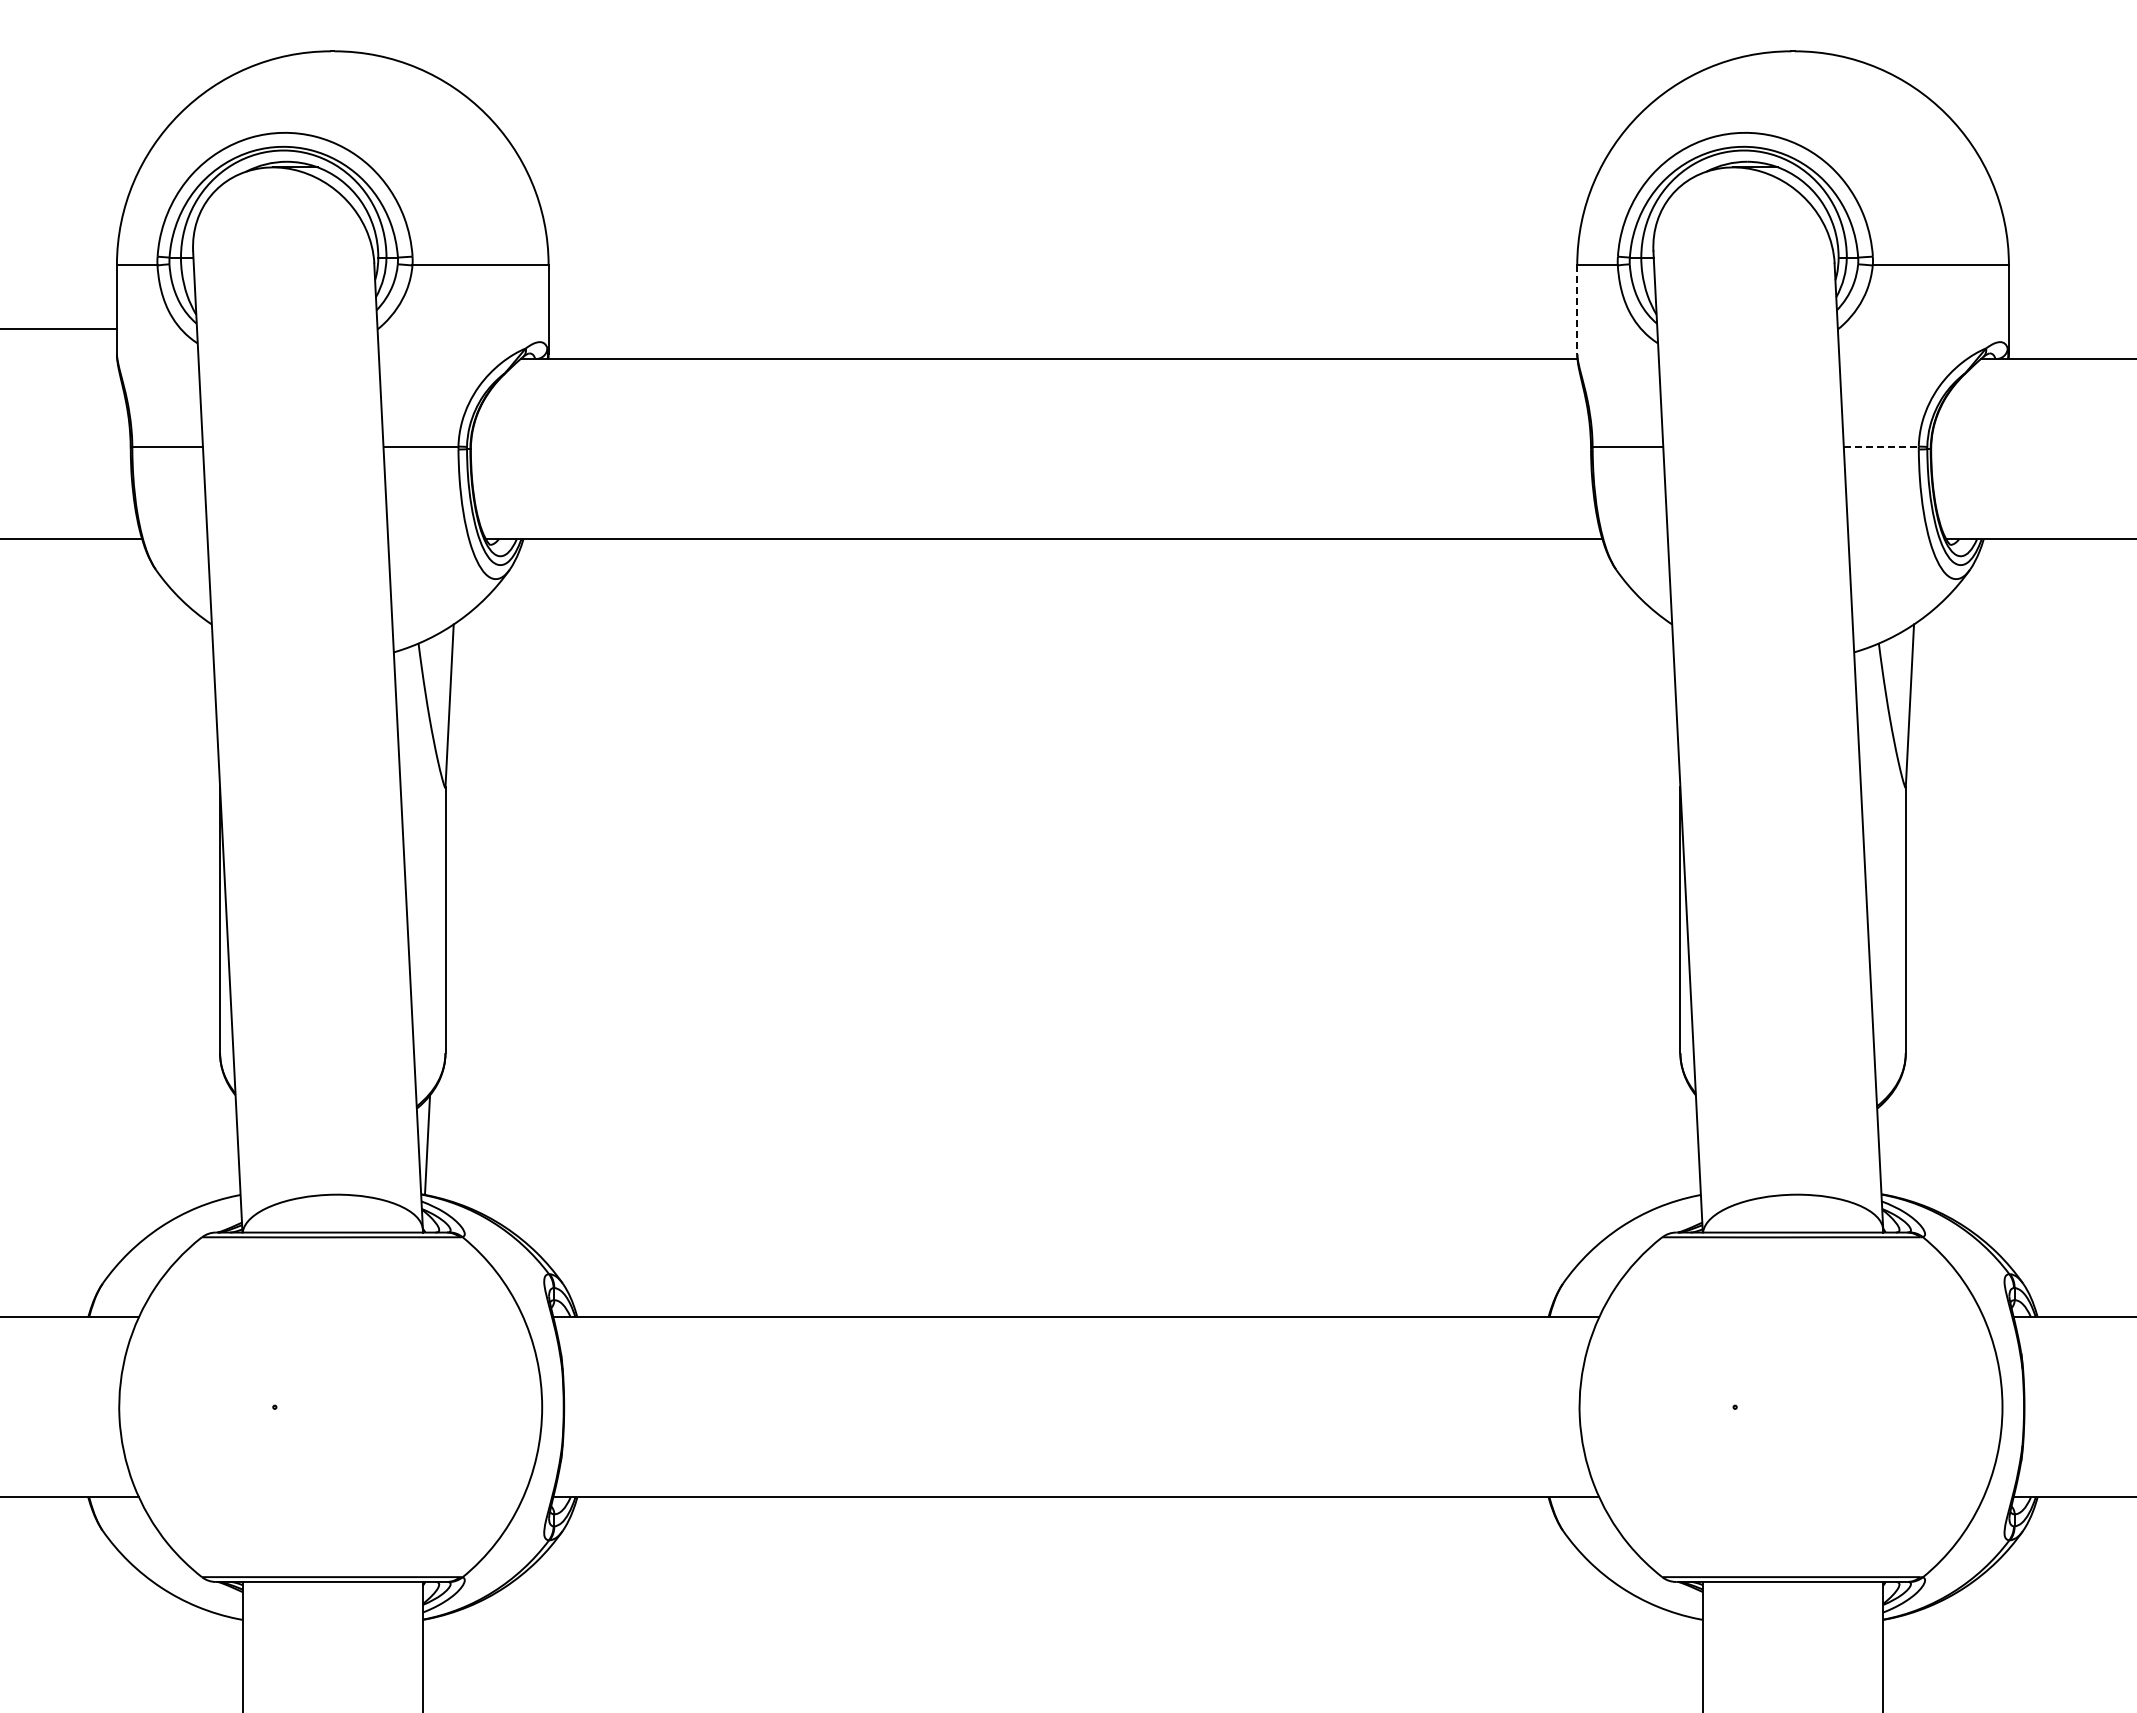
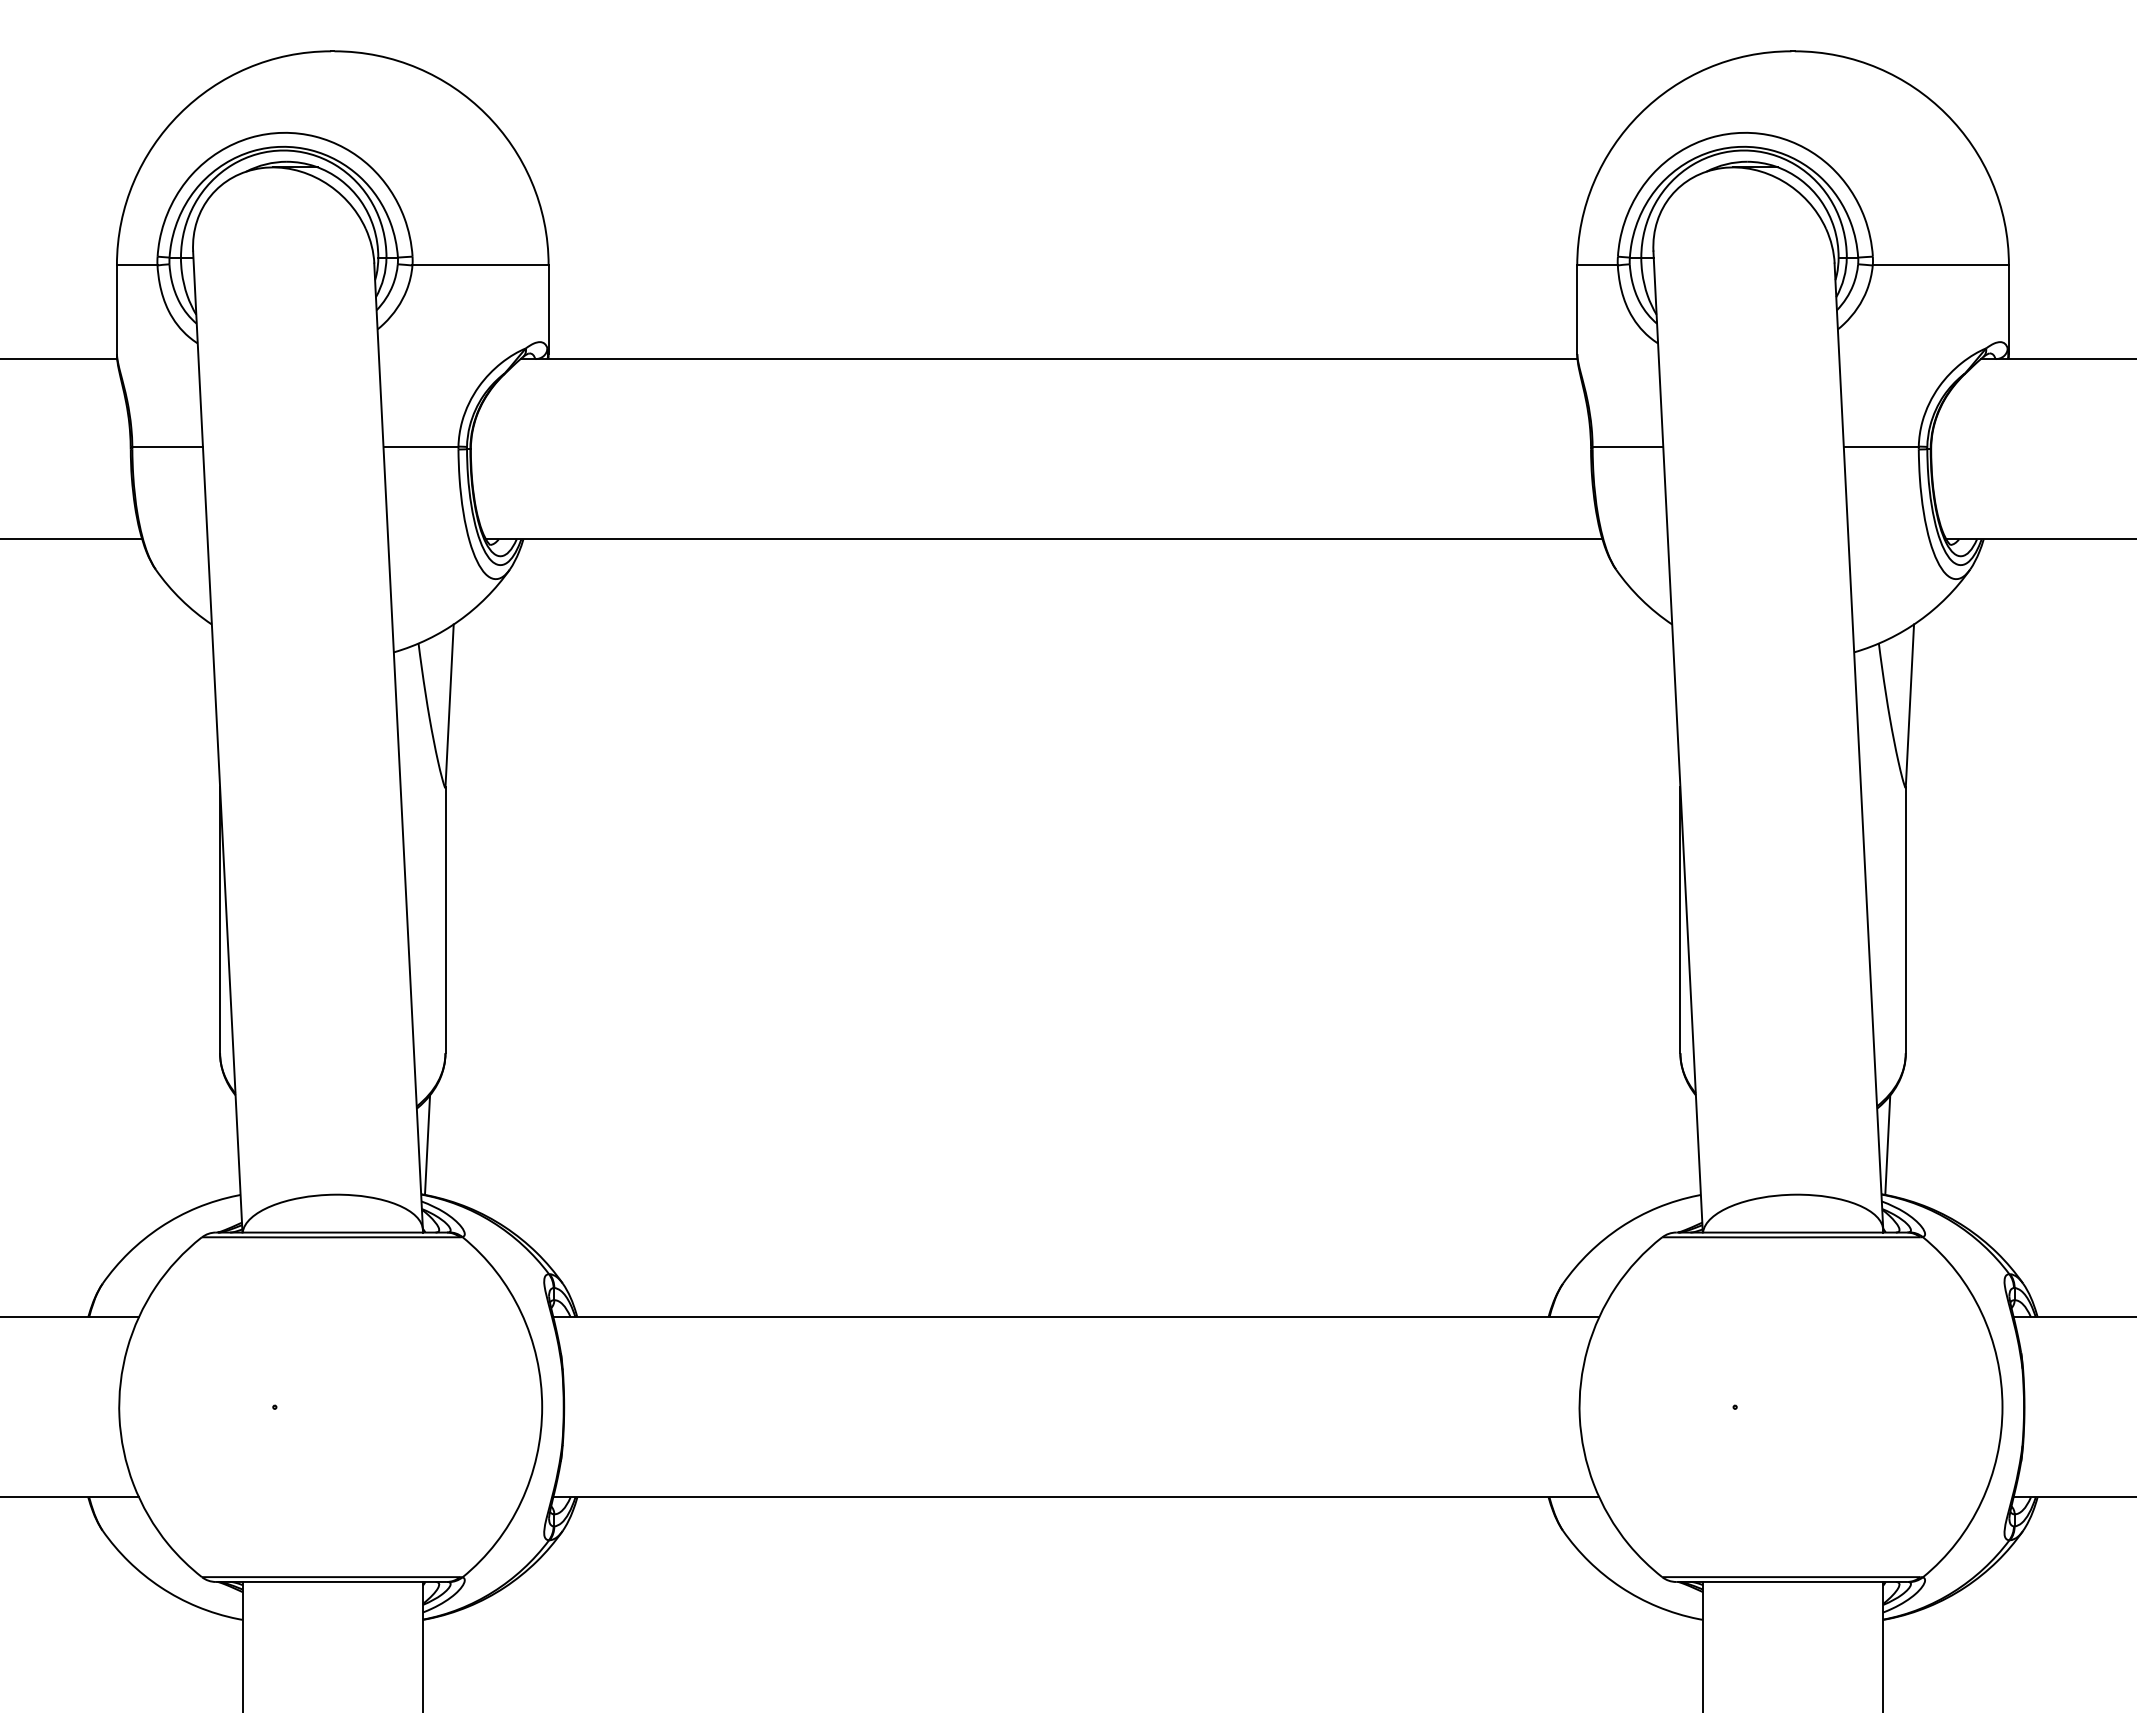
line at (1577, 310): dashed -> solid
line at (59, 329) position: (59, 329) -> (59, 359)
line at (1881, 446): dashed -> solid
line at (1887, 1144): none -> present
